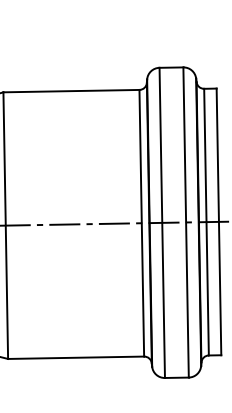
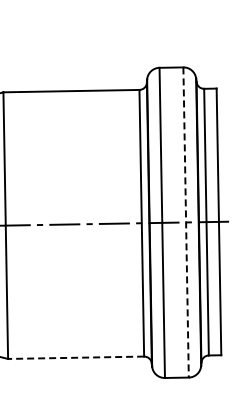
line at (186, 223): solid -> dashed
line at (75, 357): solid -> dashed
